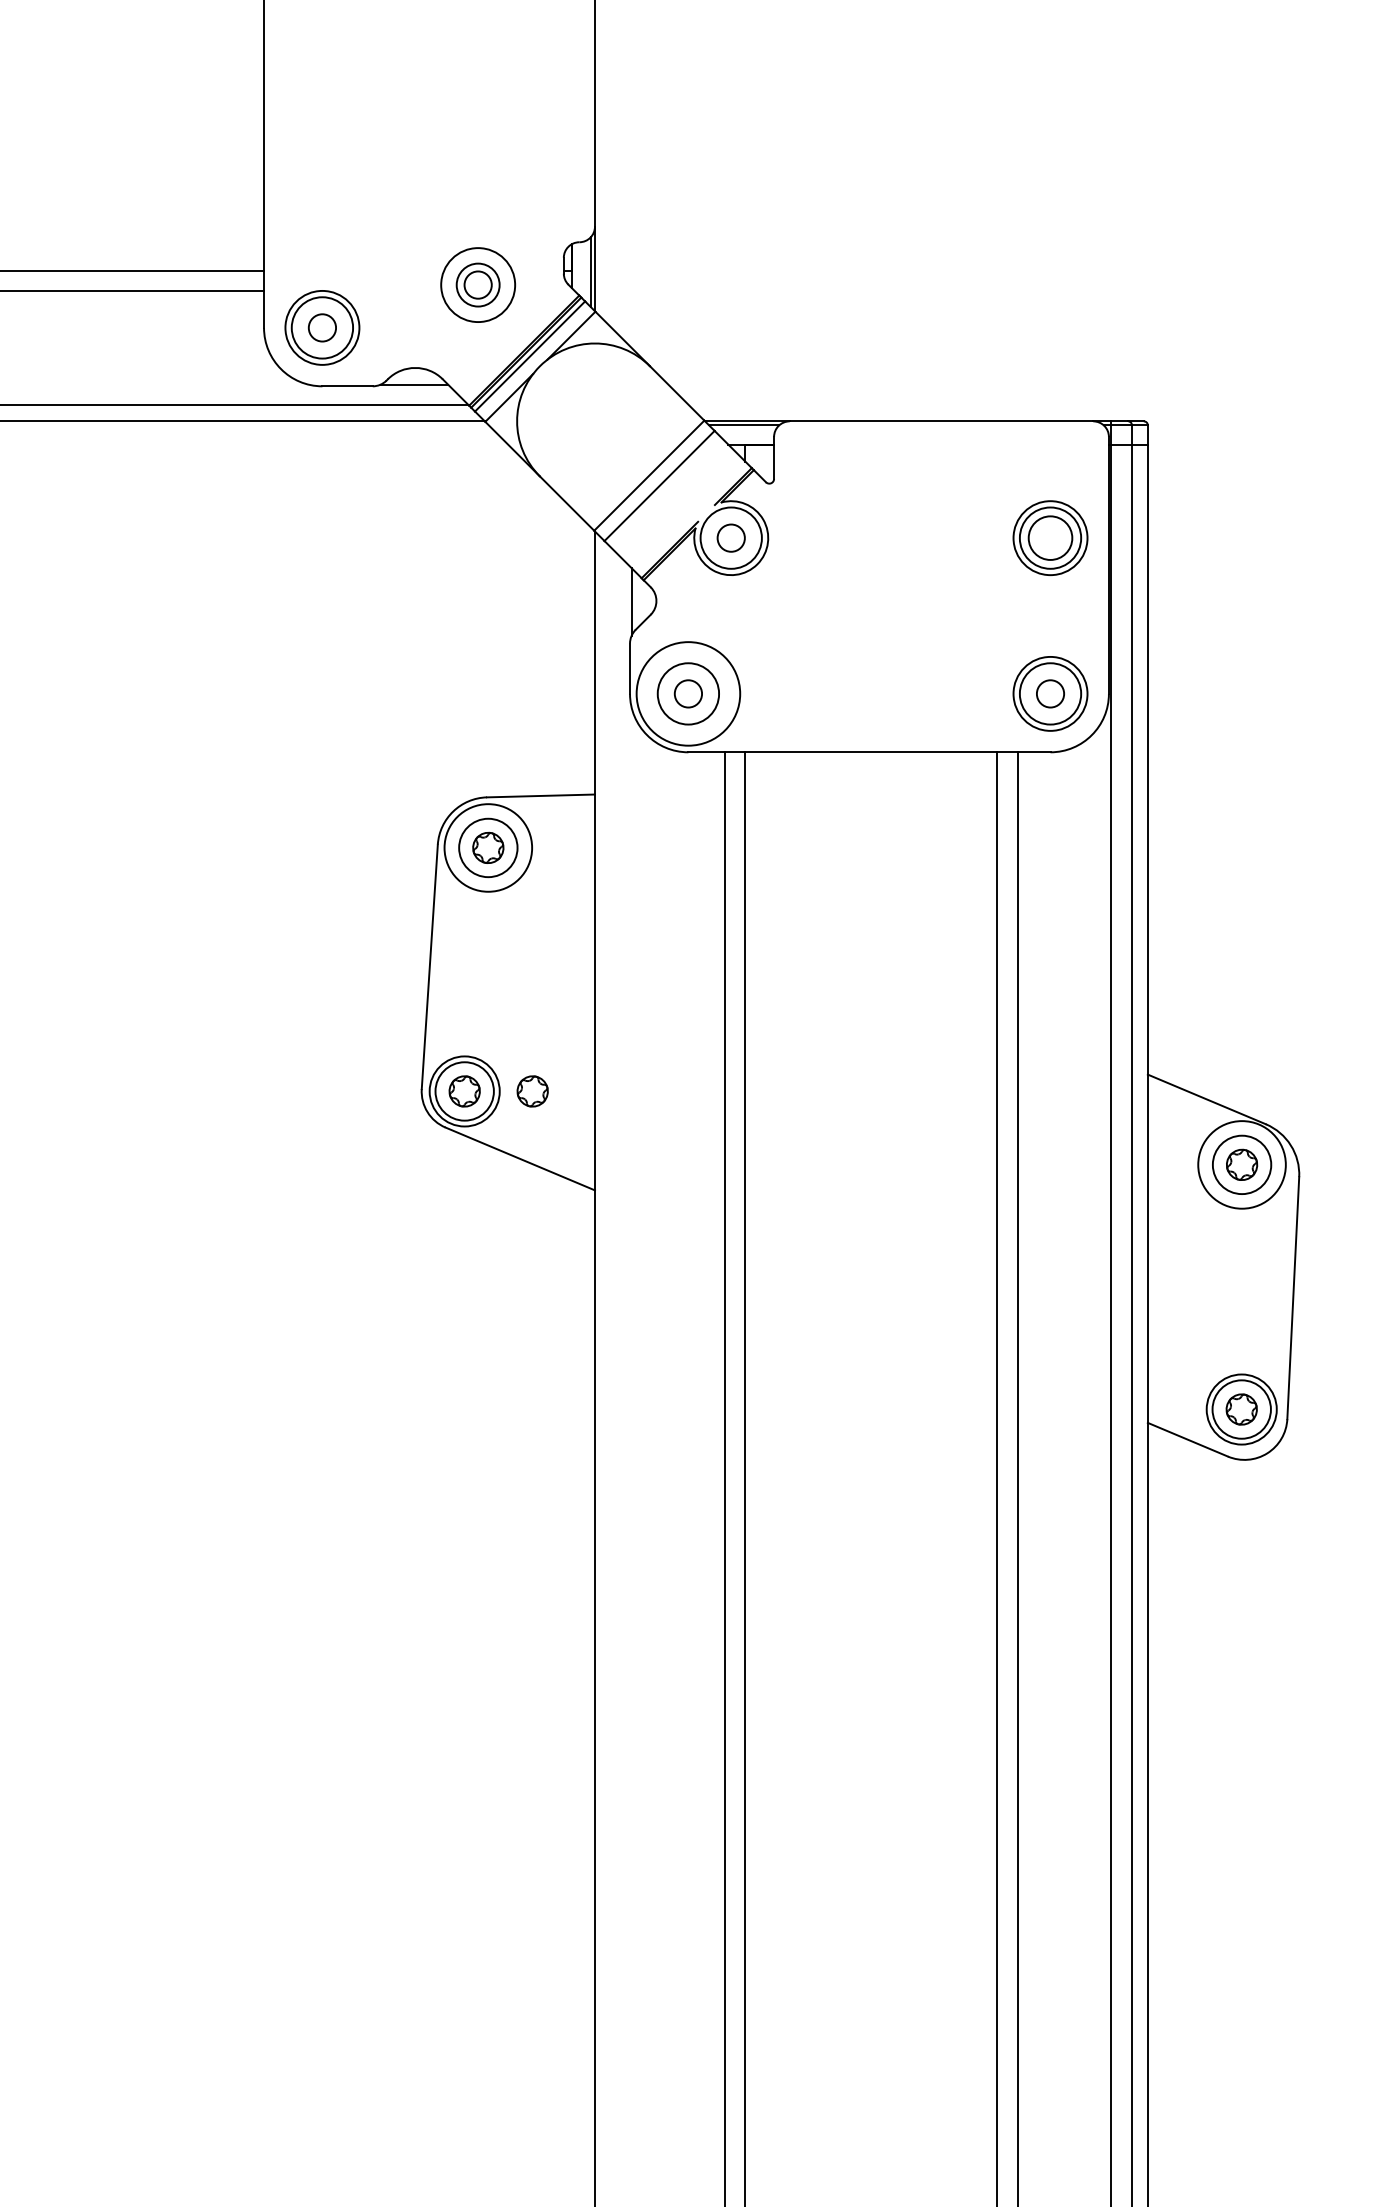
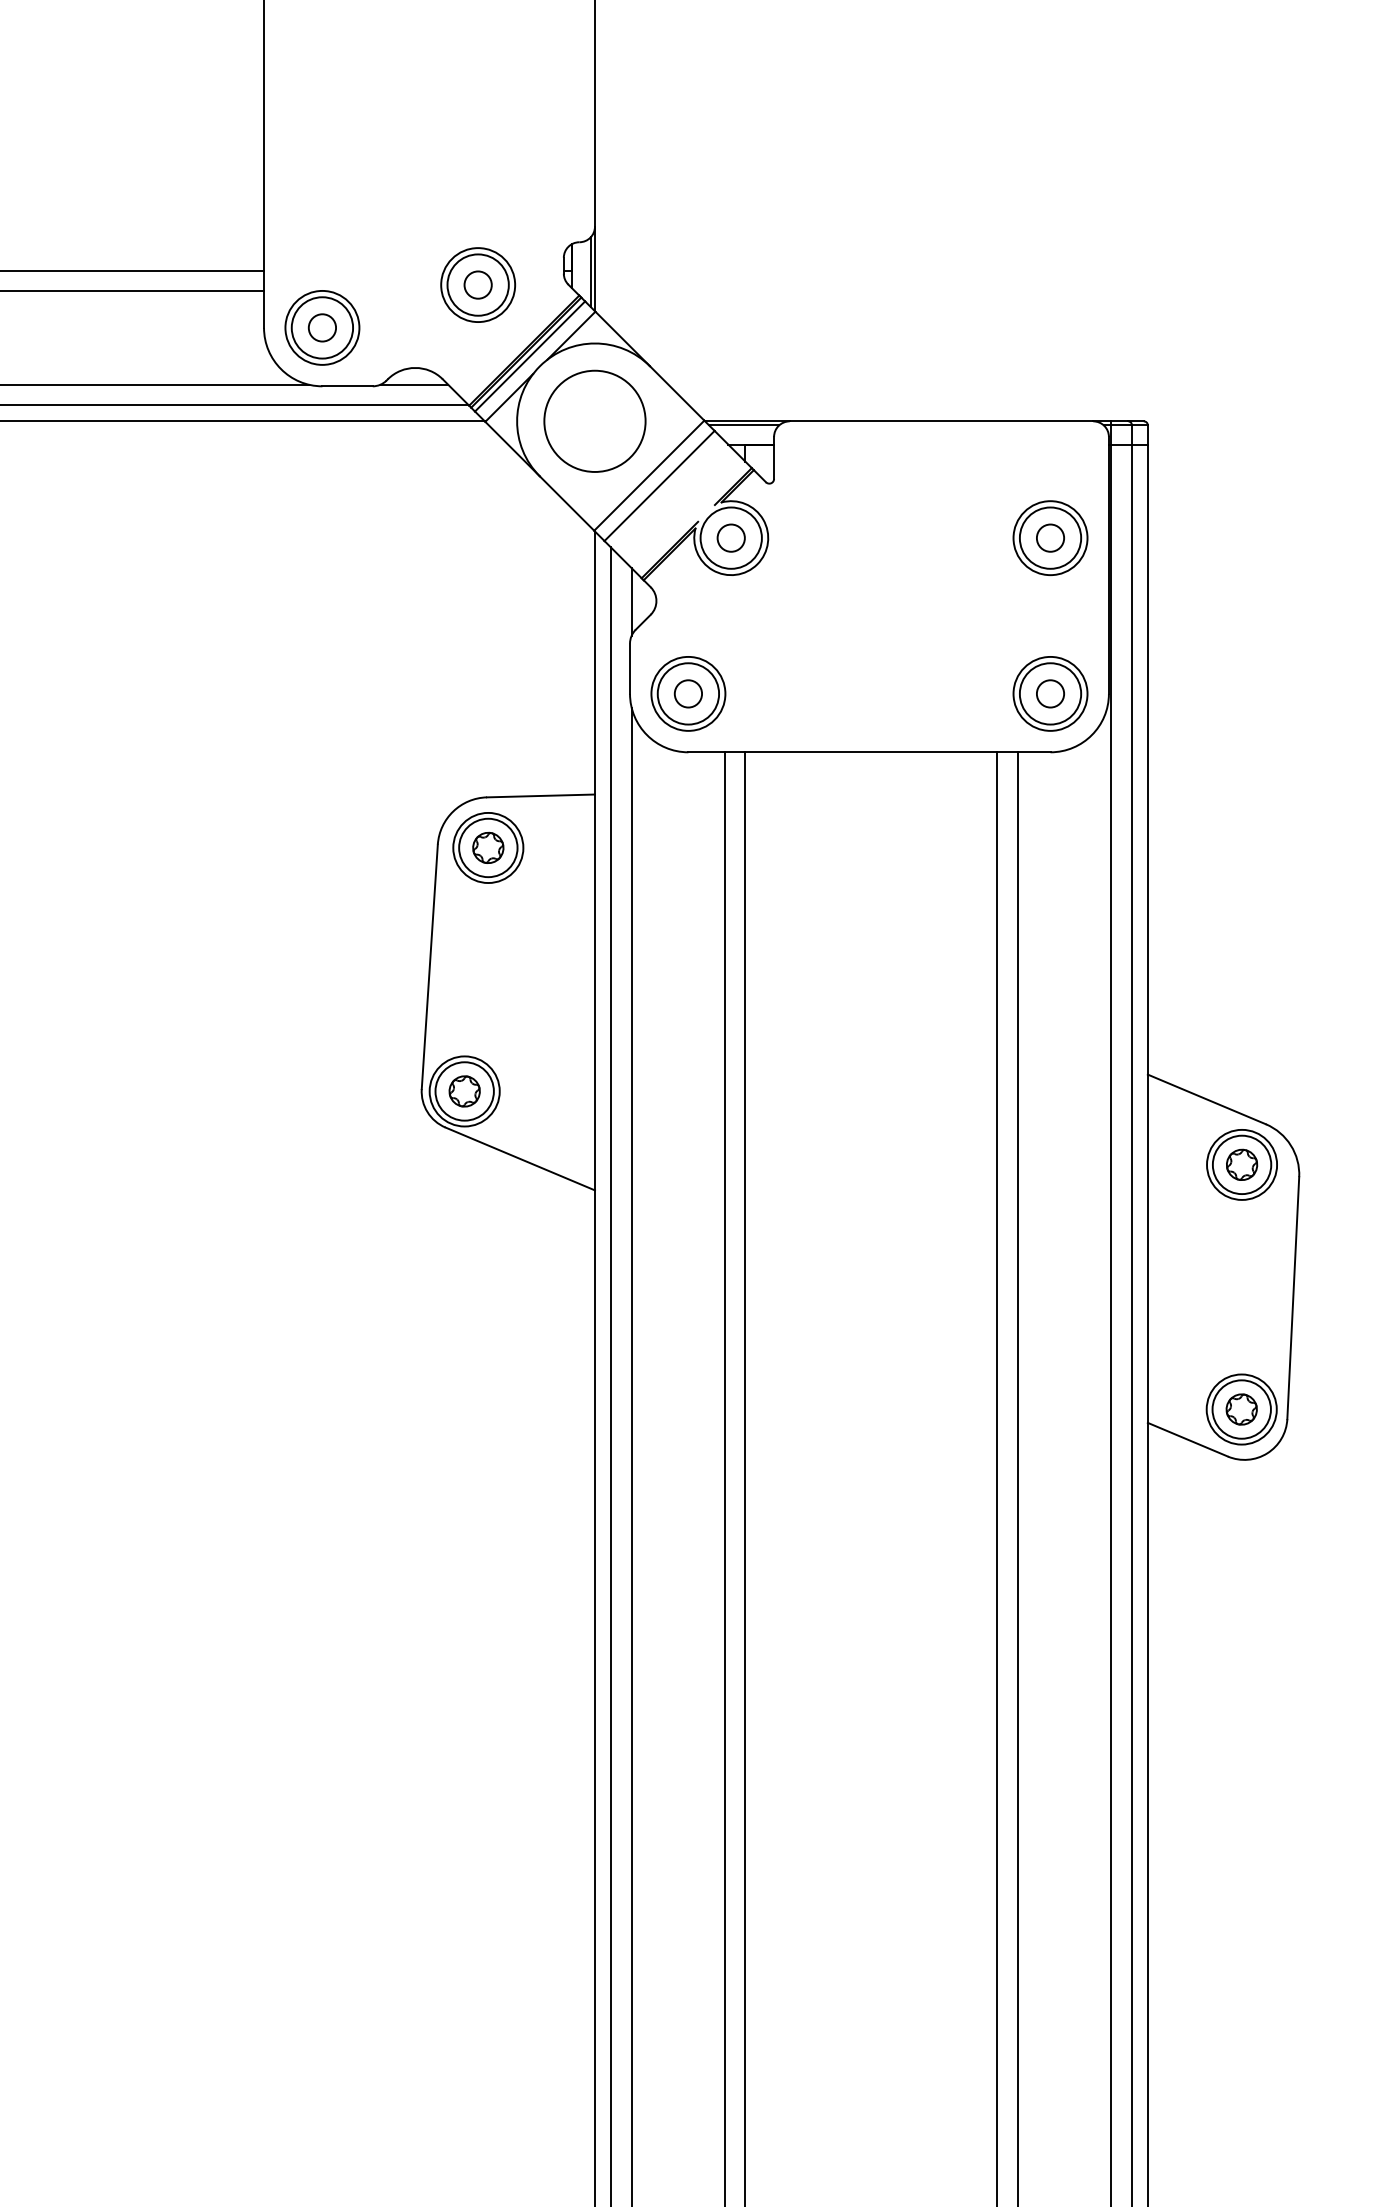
circle at (477, 284) diameter: 43 px -> 61 px
line at (155, 384): none -> present
circle at (594, 420): none -> present
circle at (1050, 537) diameter: 44 px -> 27 px
circle at (688, 693) diameter: 104 px -> 74 px
circle at (488, 847) diameter: 88 px -> 70 px
part at (532, 1091): present -> none
circle at (1241, 1164) diameter: 88 px -> 70 px
line at (610, 1375): none -> present
line at (631, 1455): none -> present
